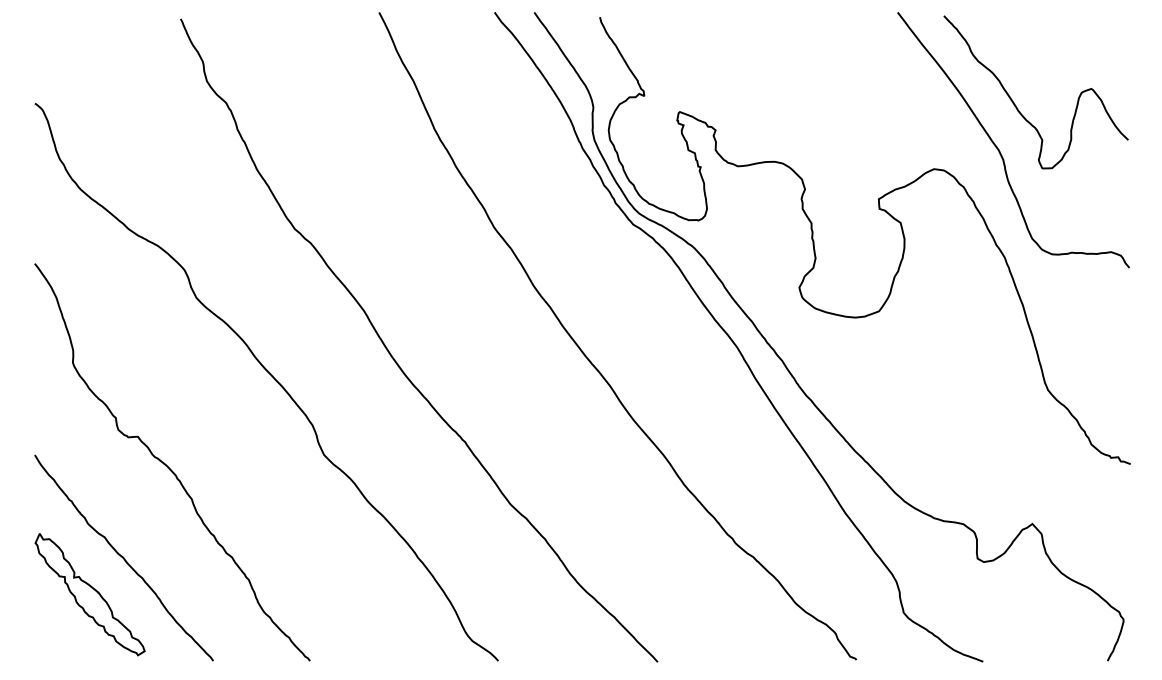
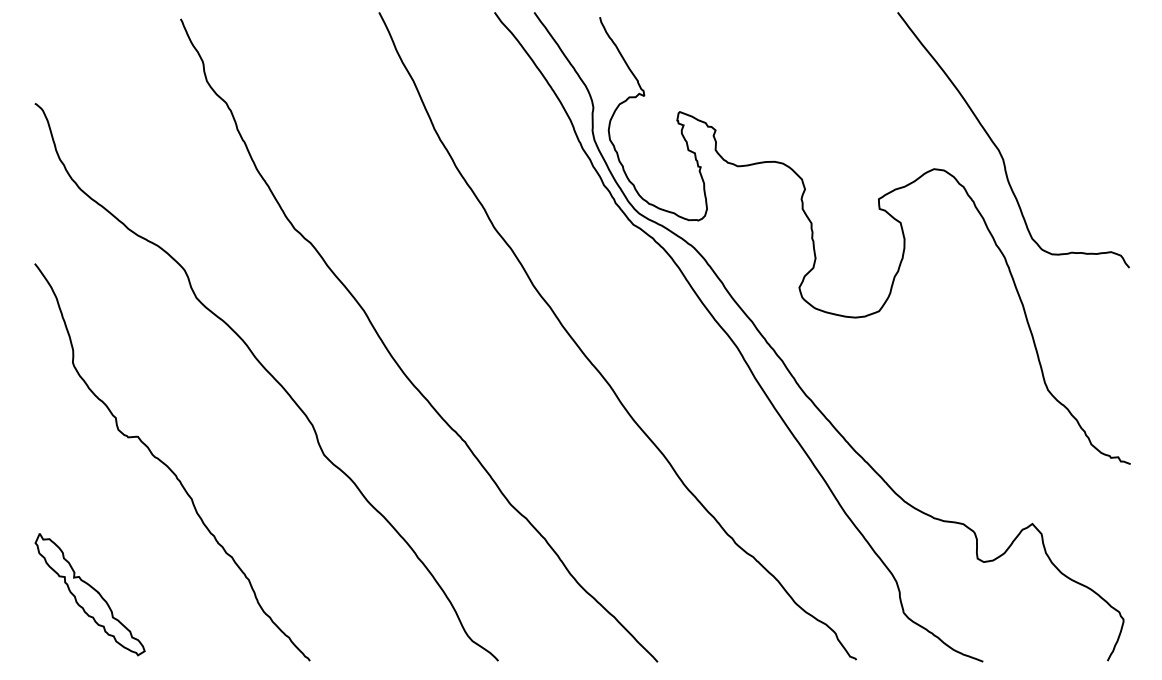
curve at (1016, 105): present -> none
curve at (123, 557): present -> none
